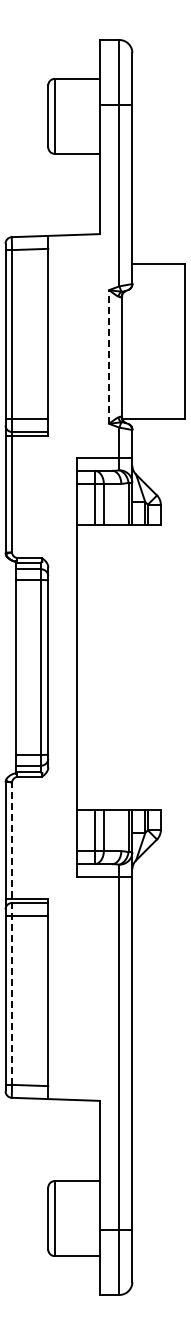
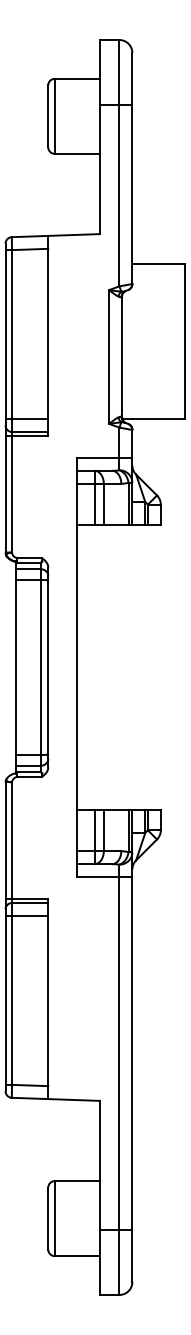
line at (109, 357): dashed -> solid
line at (12, 933): dashed -> solid
